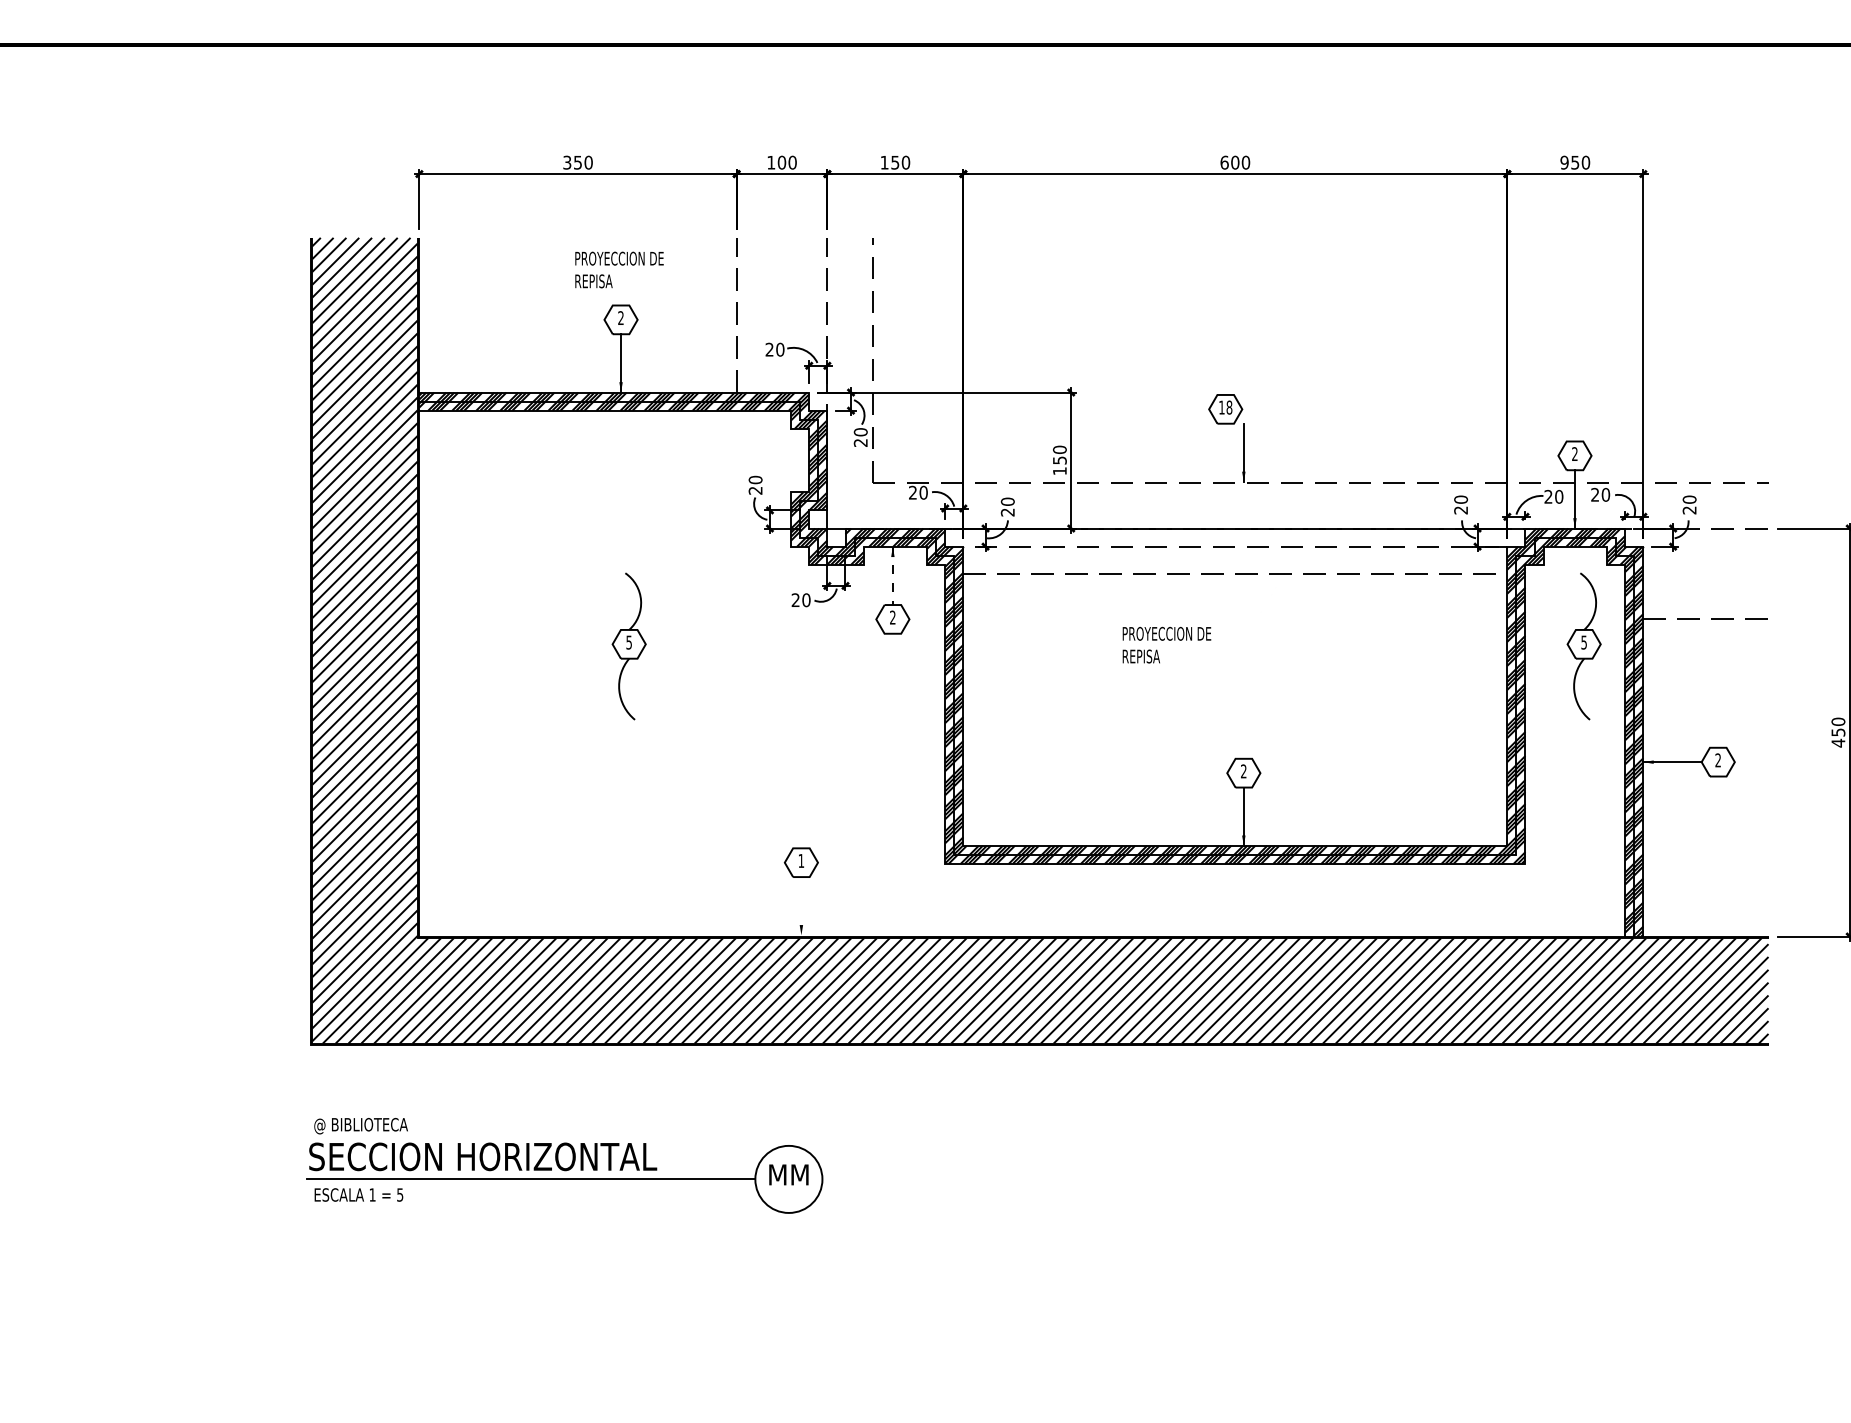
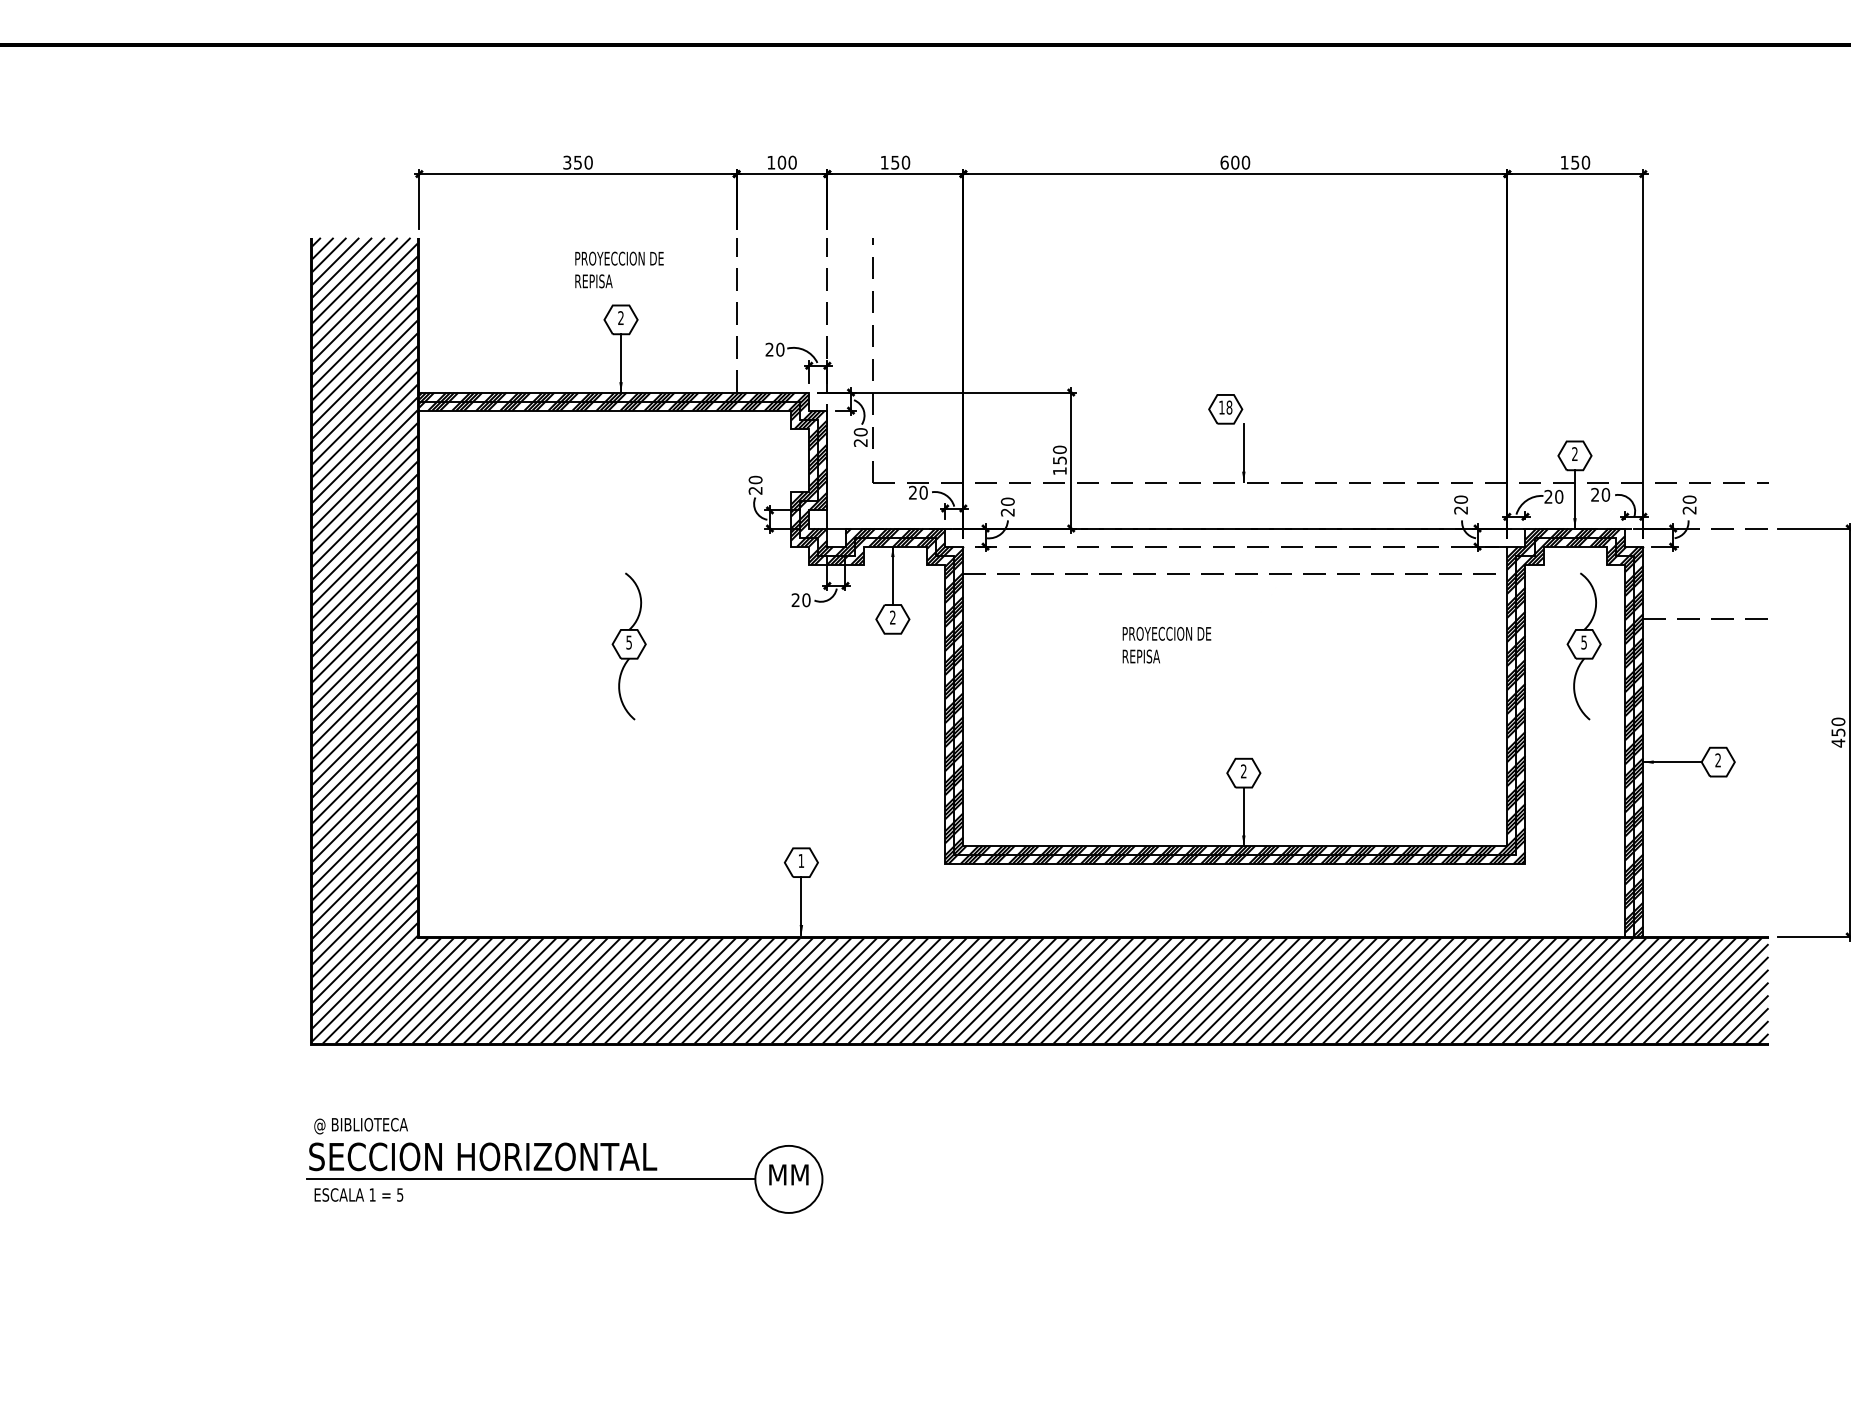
text at (1564, 162): 950 -> 150
line at (892, 576): dashed -> solid
line at (801, 906): none -> present
